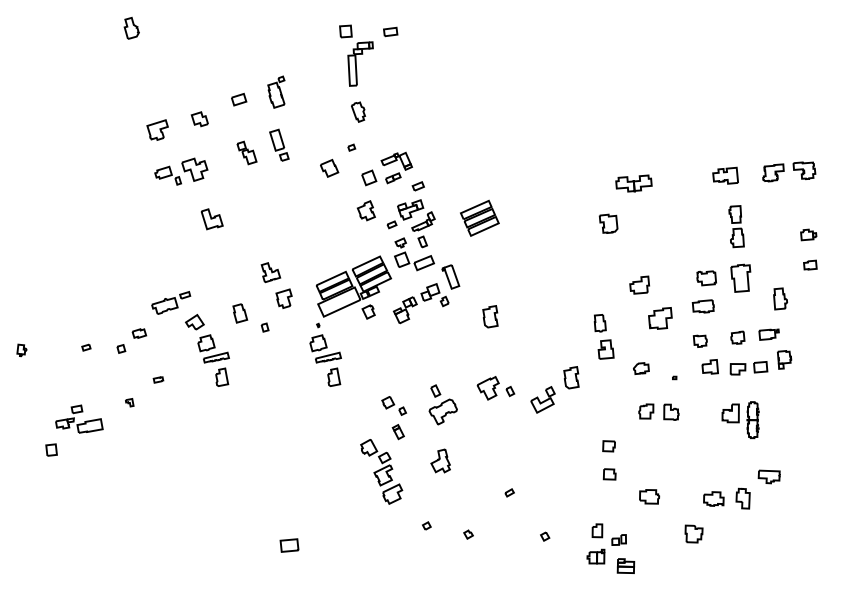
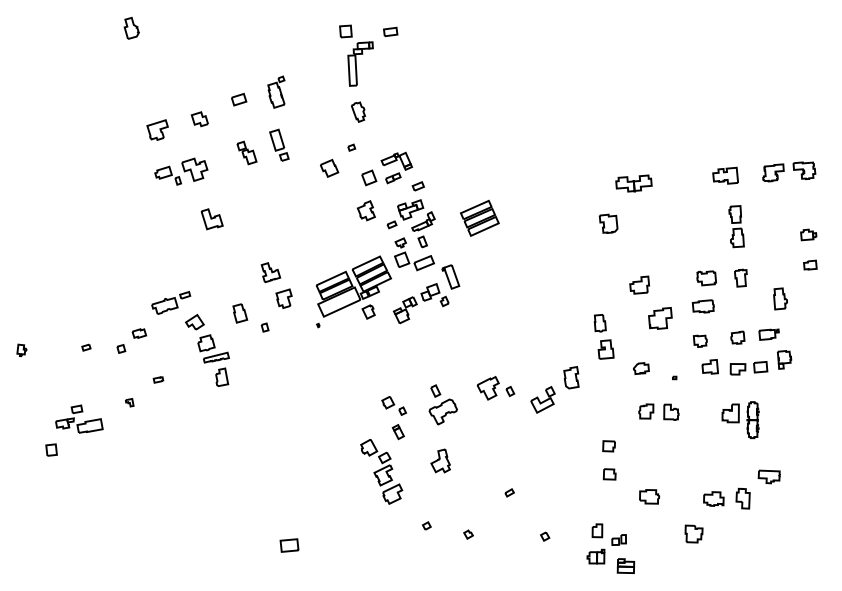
part at (740, 277) size: 22x30 px -> 14x20 px
part at (490, 316): present -> none
part at (325, 360): present -> none
